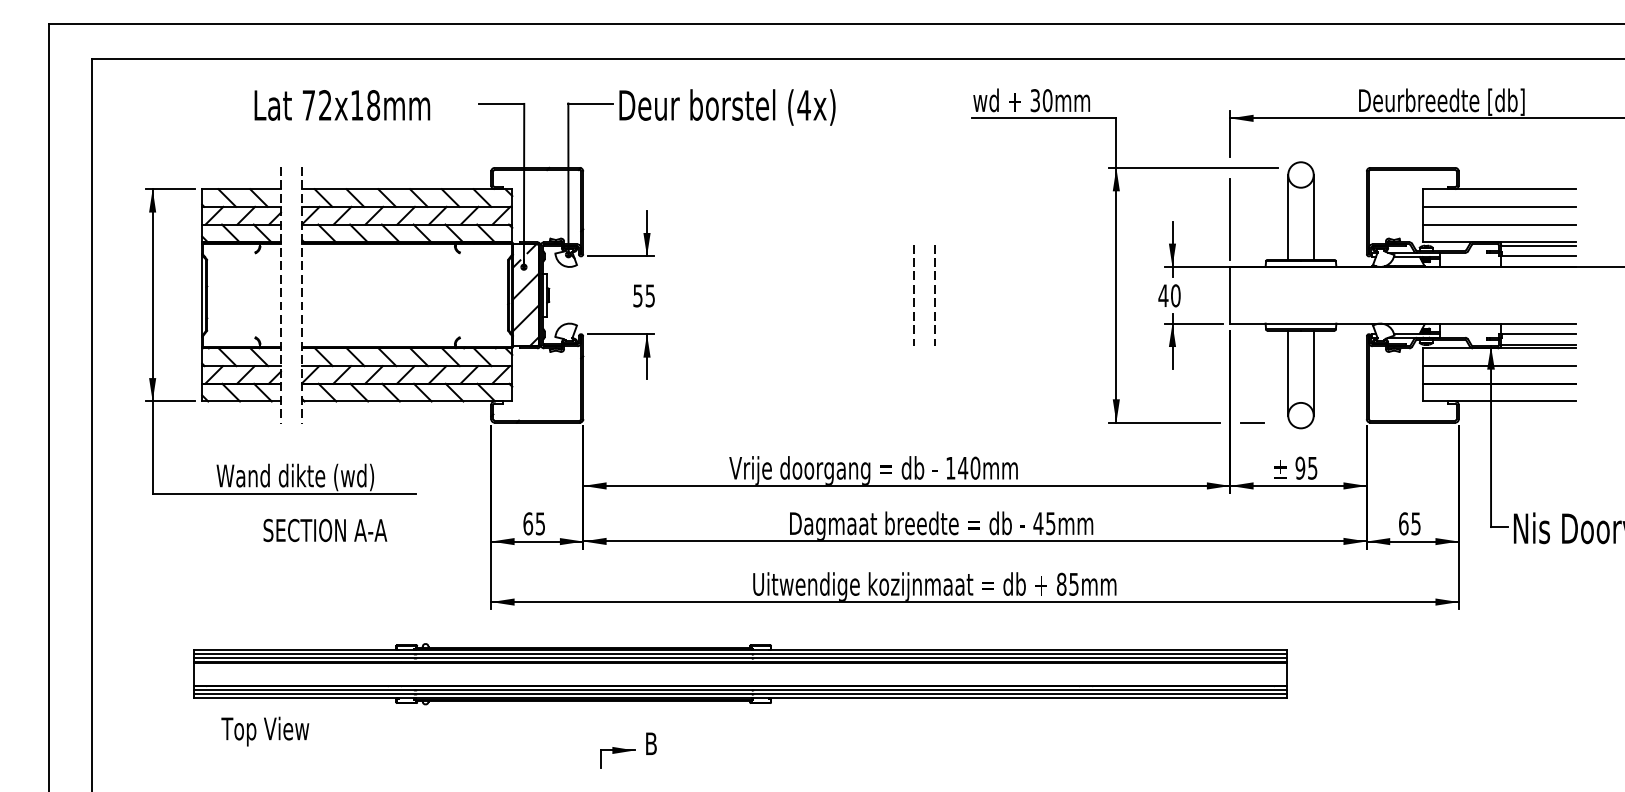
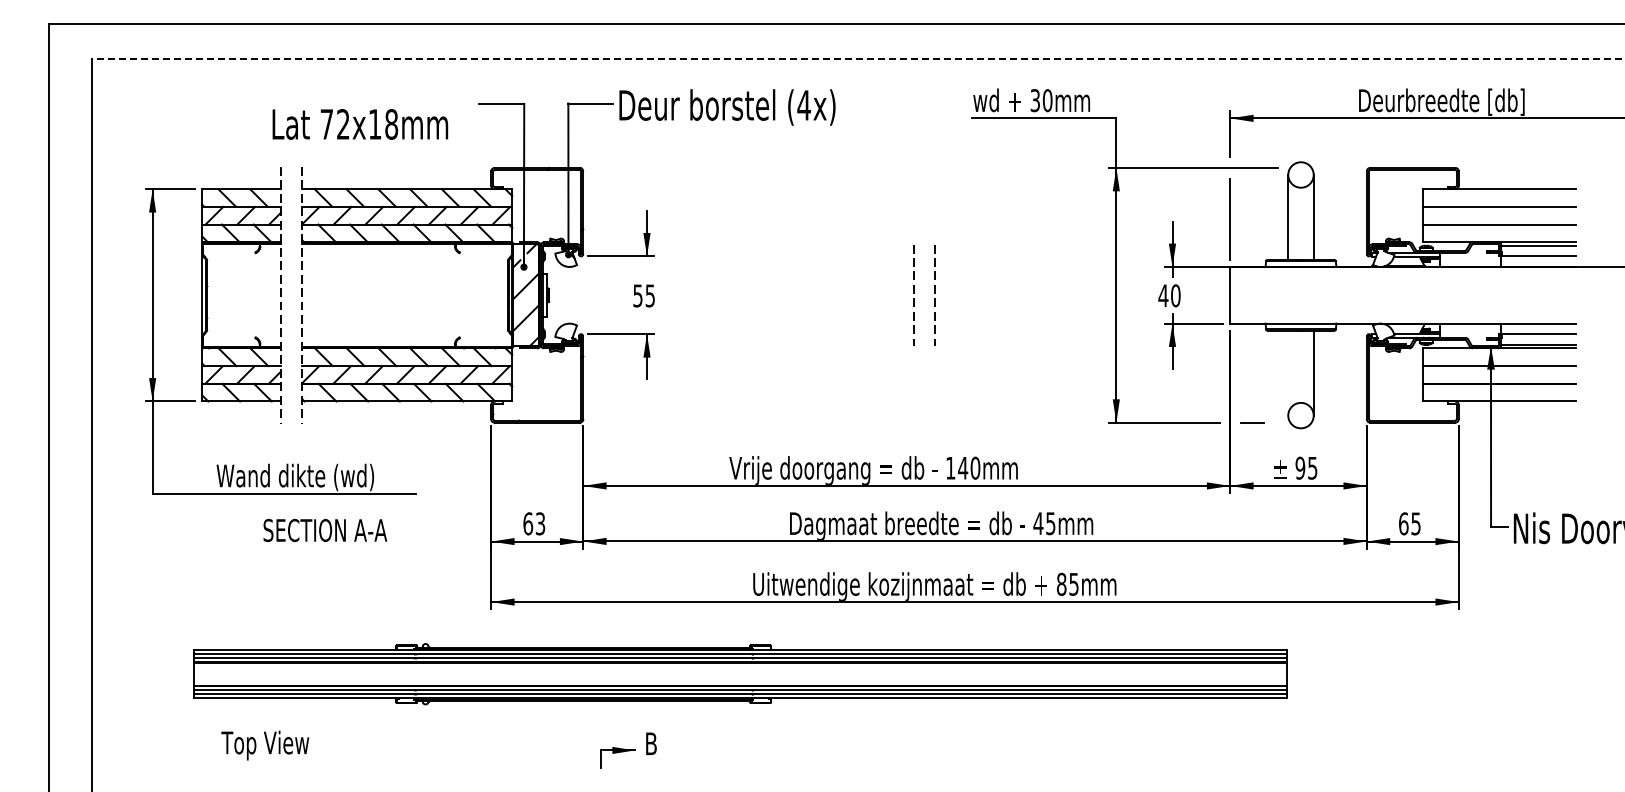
line at (857, 58): solid -> dashed
text at (342, 105) position: (342, 105) -> (360, 124)
line at (1288, 372): present -> none
text at (540, 523): 65 -> 63
text at (265, 731) position: (265, 731) -> (265, 745)
